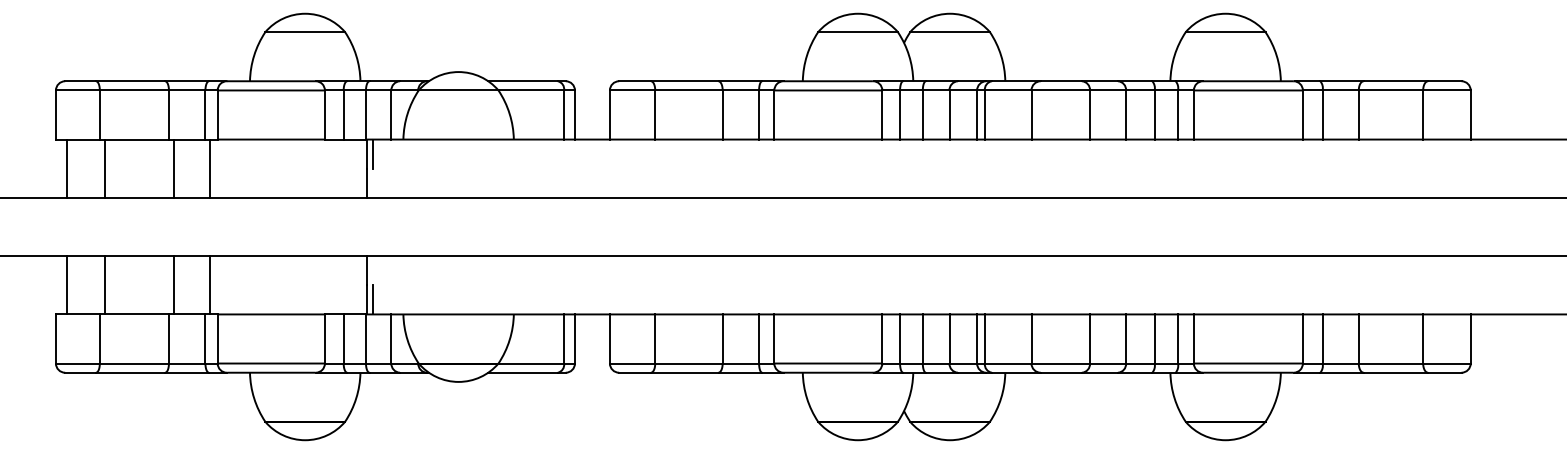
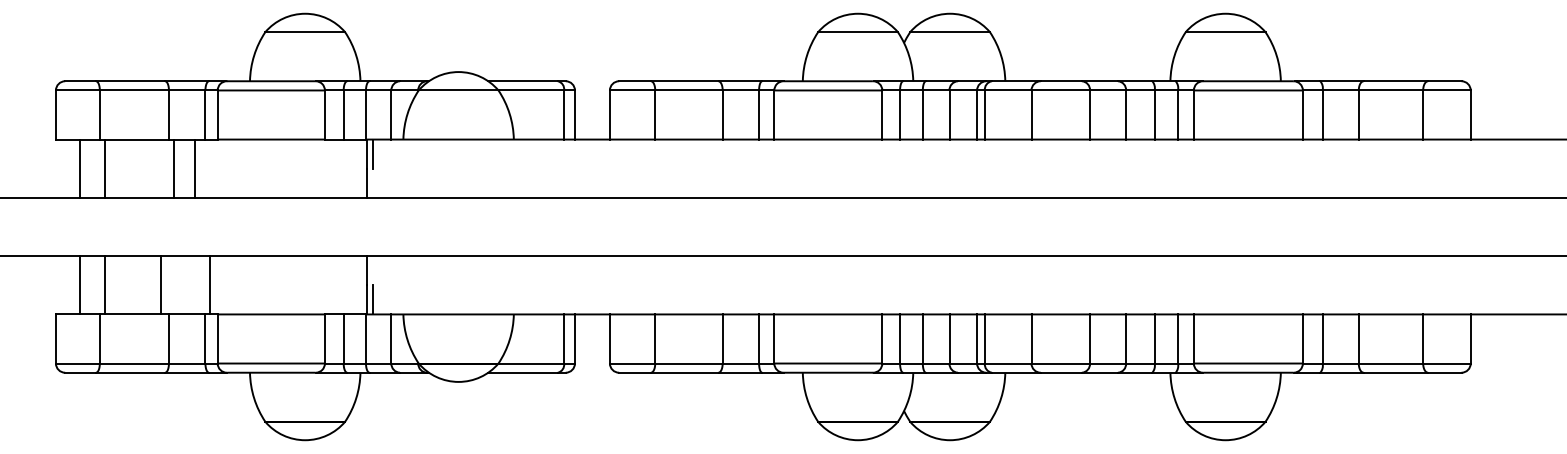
line at (66, 168) position: (66, 168) -> (79, 168)
line at (210, 168) position: (210, 168) -> (195, 168)
line at (66, 285) position: (66, 285) -> (79, 285)
line at (173, 285) position: (173, 285) -> (160, 285)
